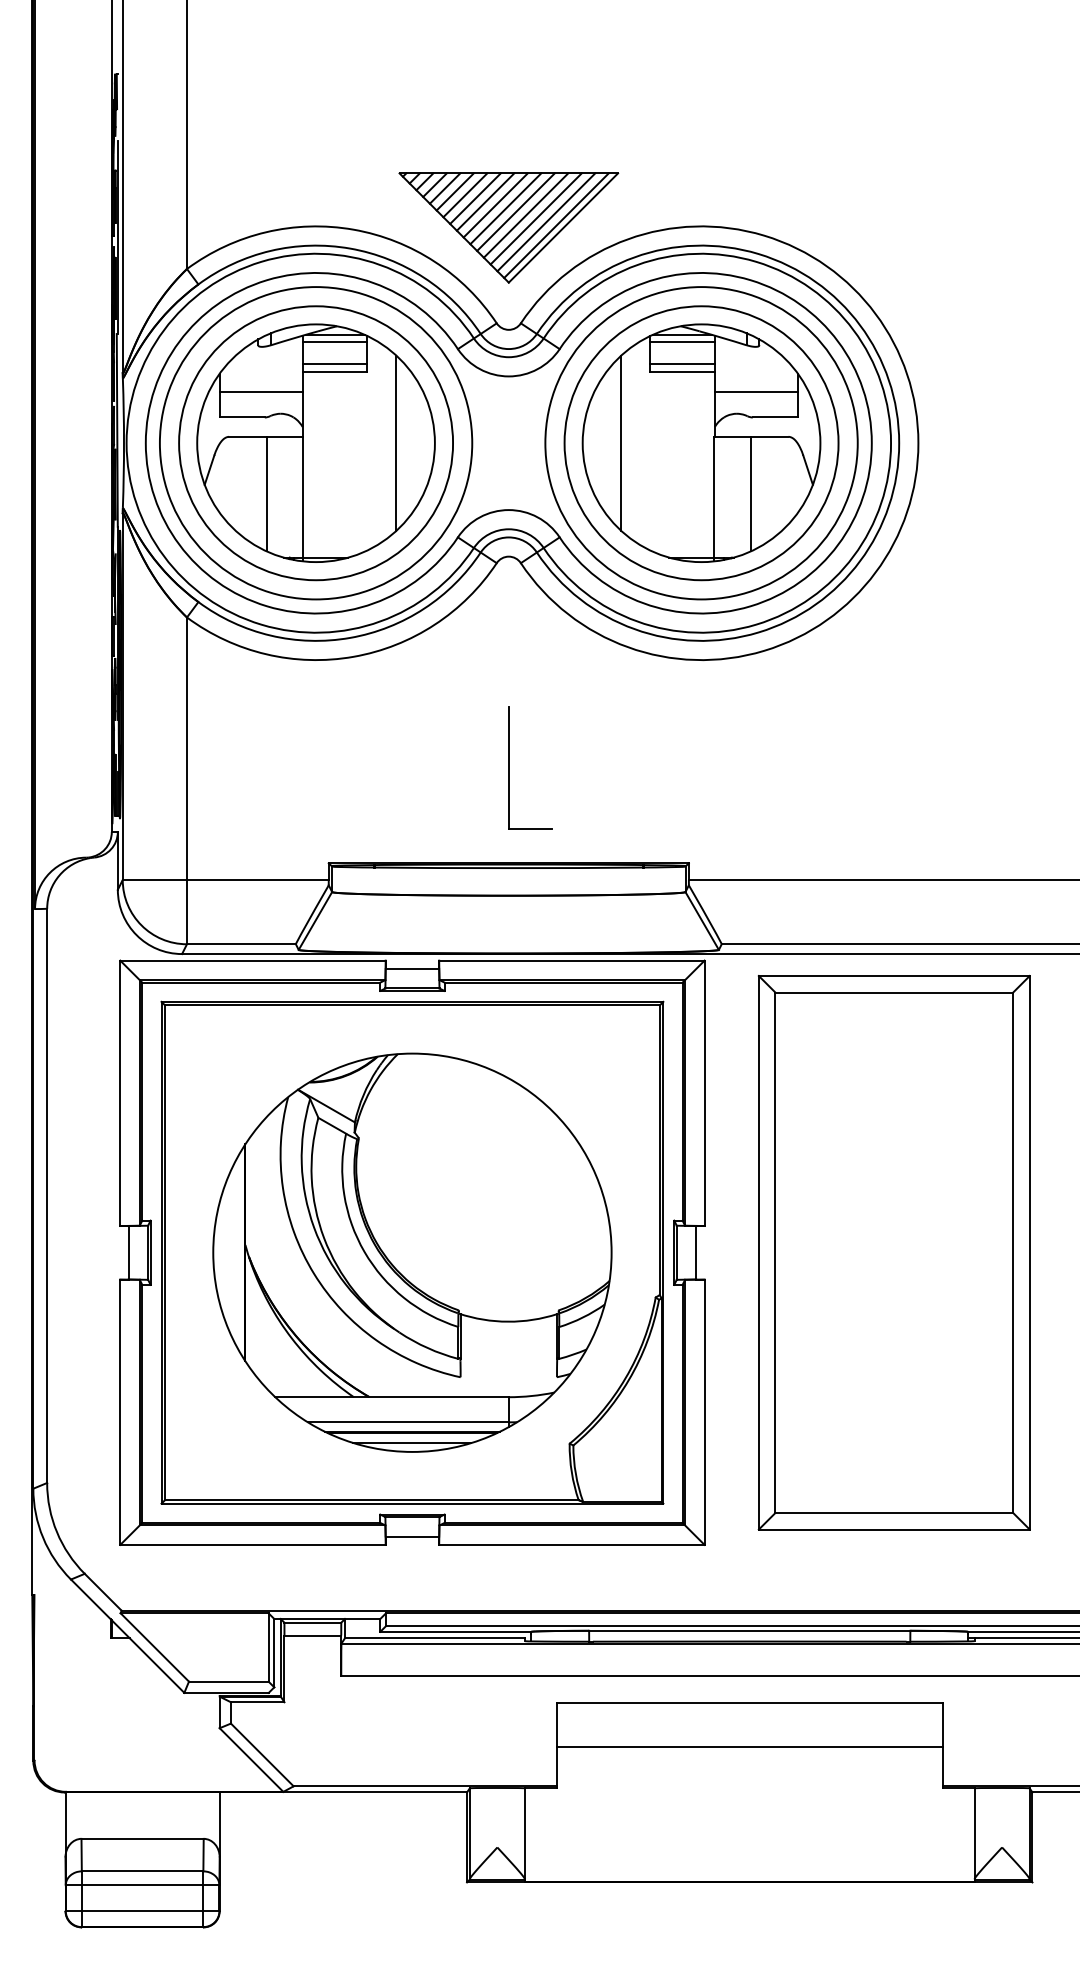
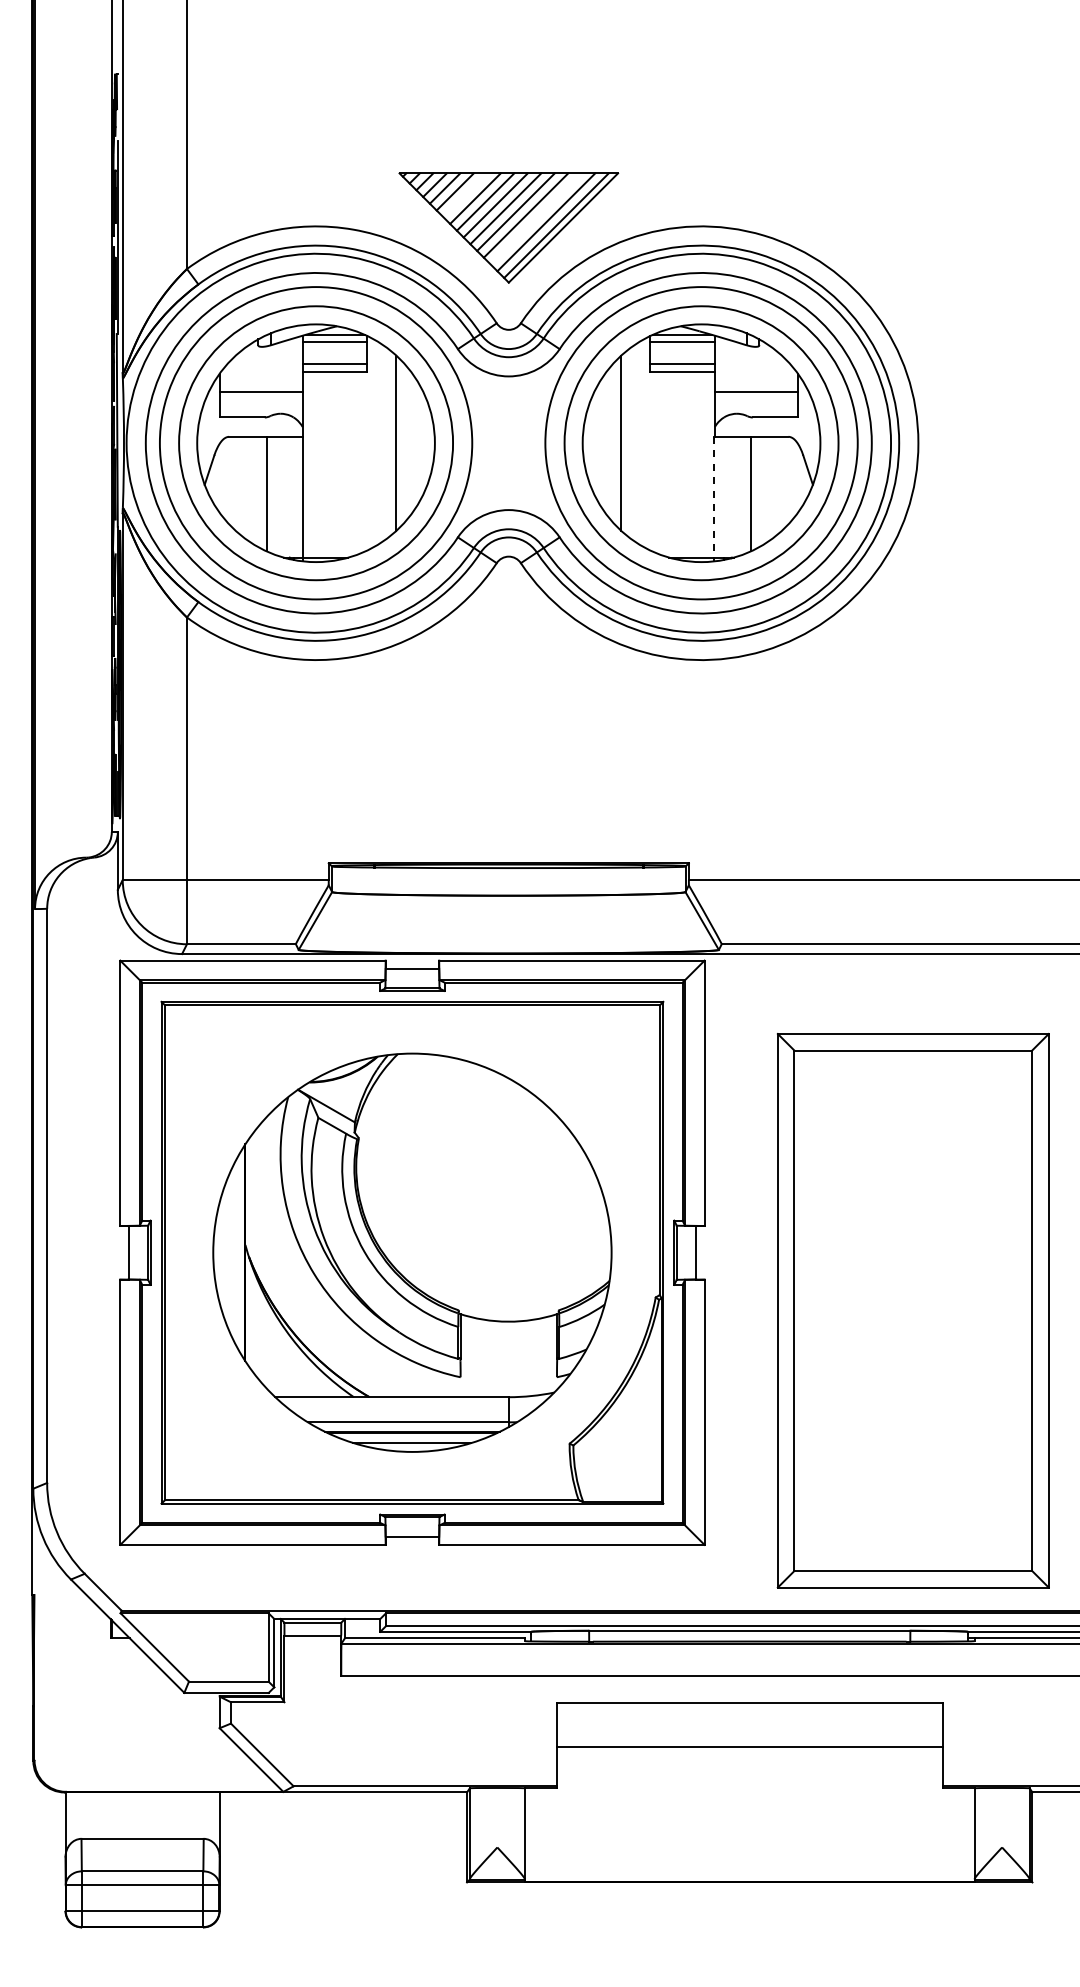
line at (465, 195): present -> none
line at (535, 218): present -> none
line at (714, 497): solid -> dashed
part at (509, 767): present -> none
part at (893, 1252) position: (893, 1252) -> (912, 1310)
